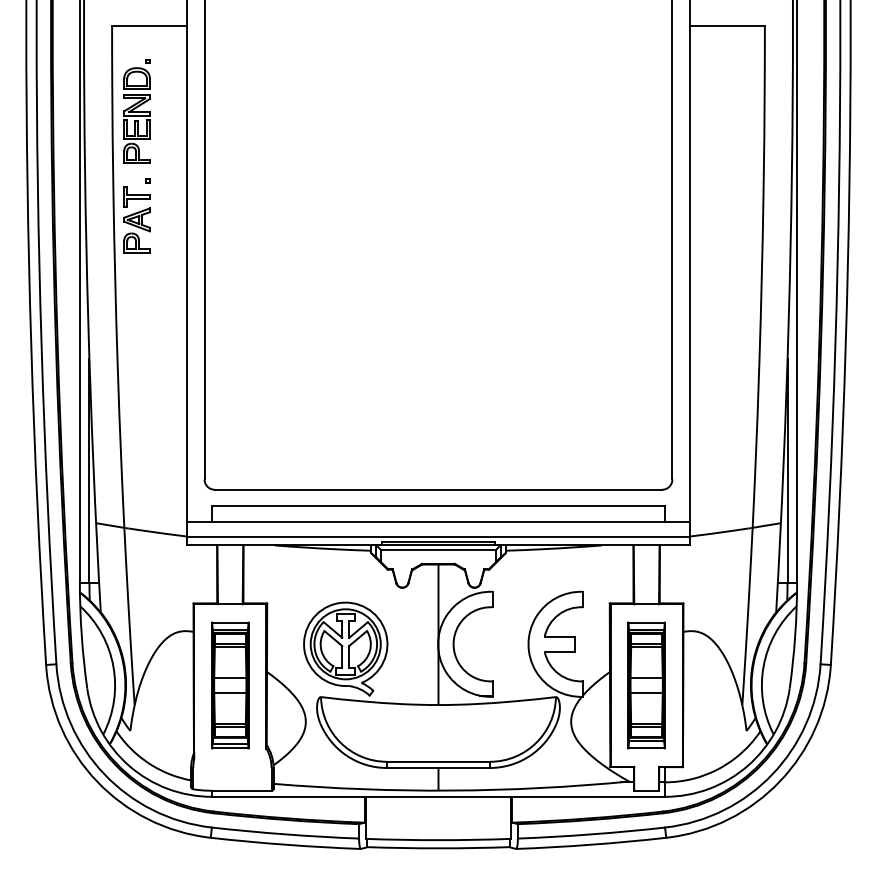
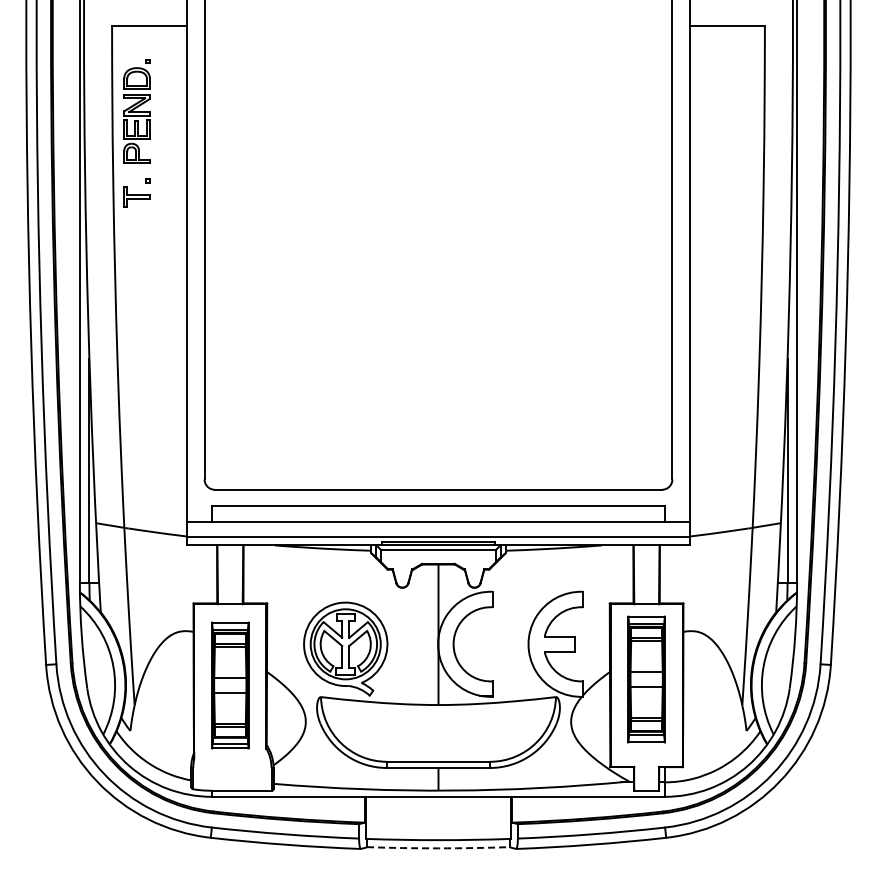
part at (136, 230): present -> none
part at (646, 685) position: (646, 685) -> (646, 679)
arc at (438, 848): solid -> dashed
